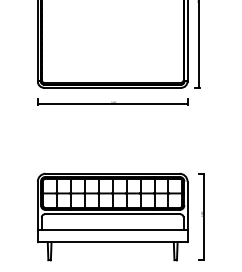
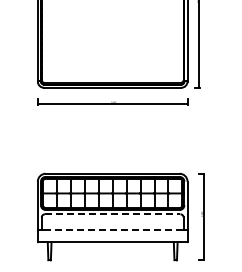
line at (112, 214): solid -> dashed
line at (112, 229): solid -> dashed
